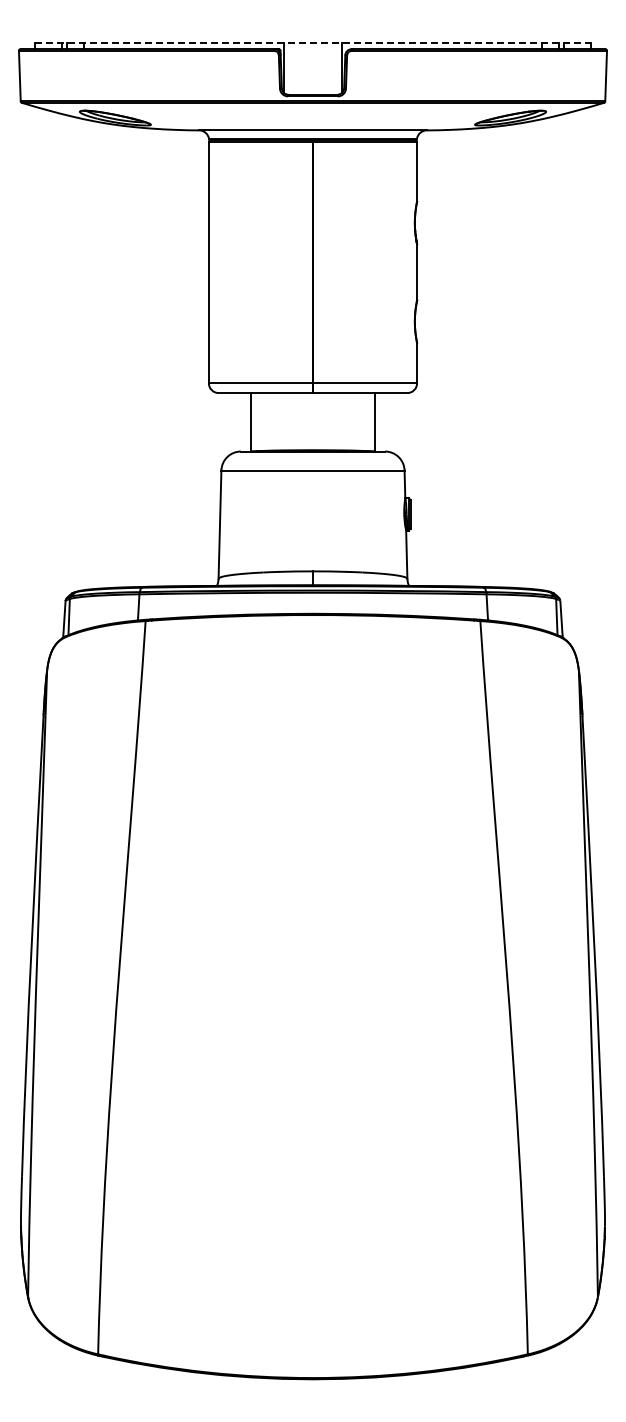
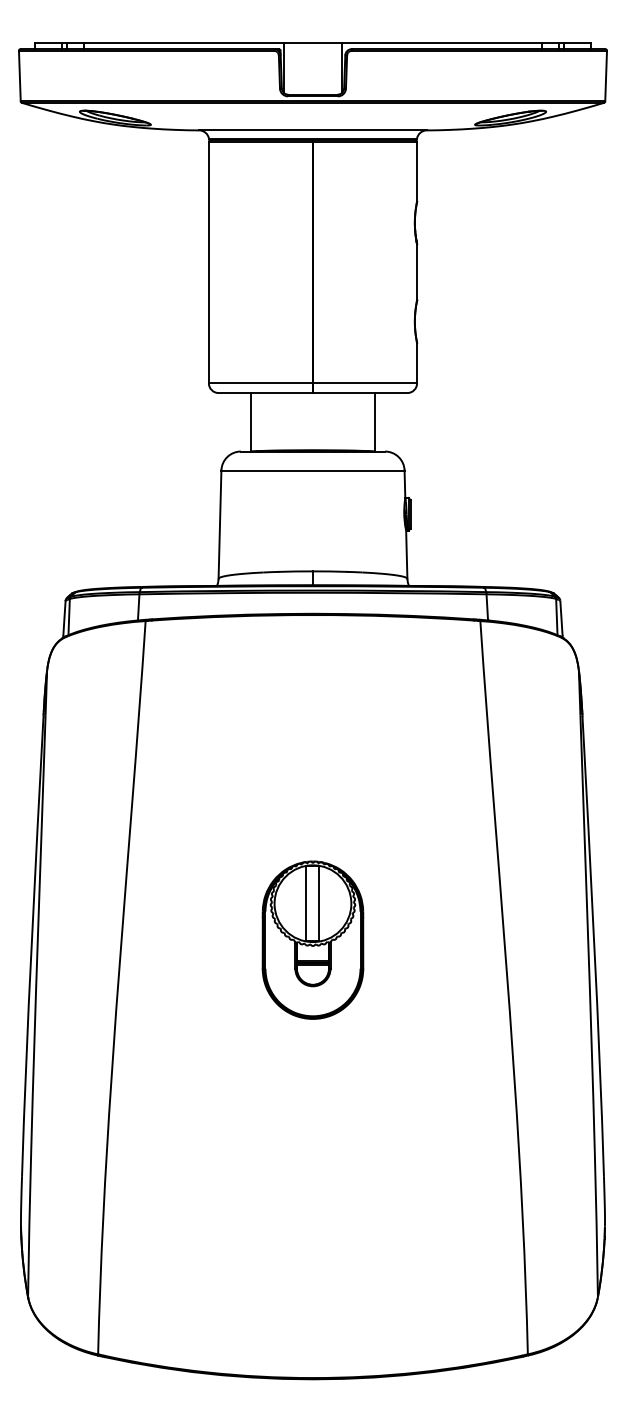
line at (313, 42): dashed -> solid
part at (312, 939): none -> present
